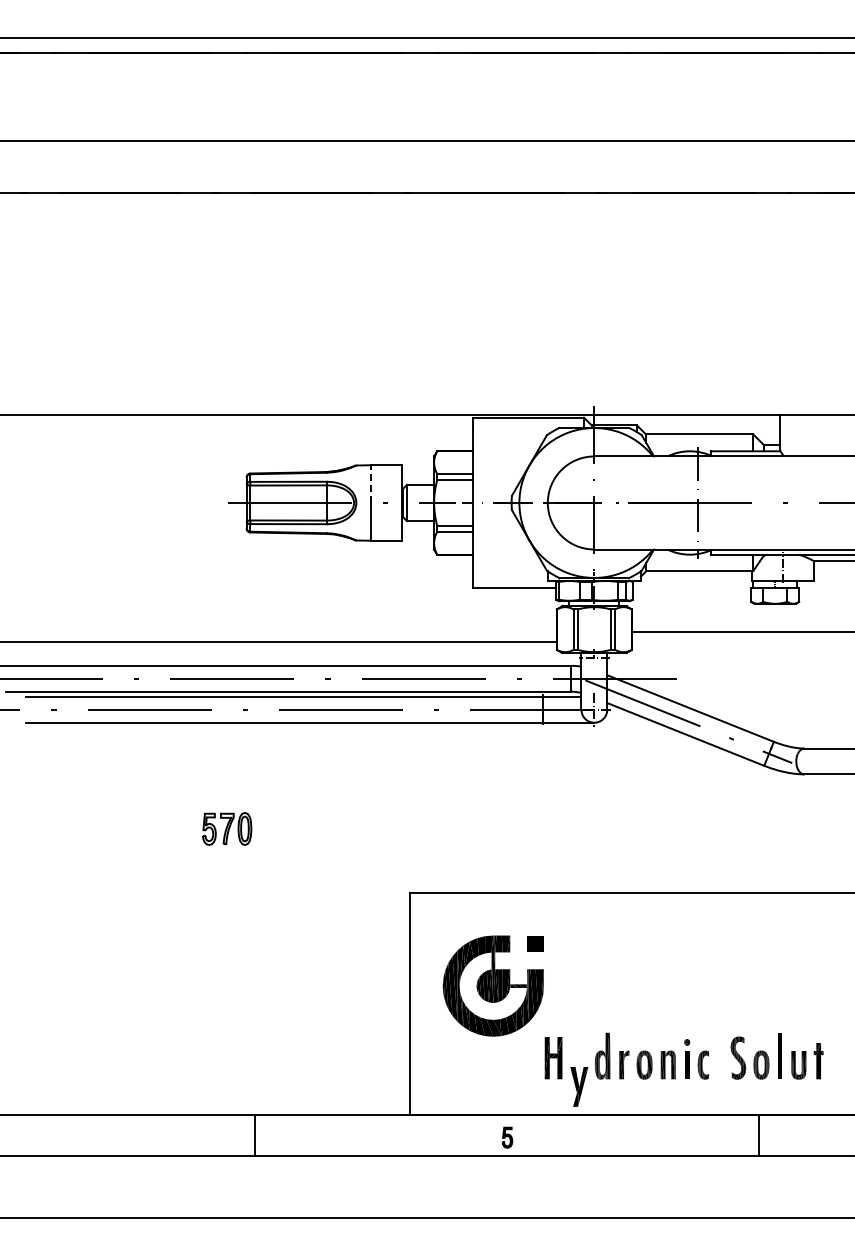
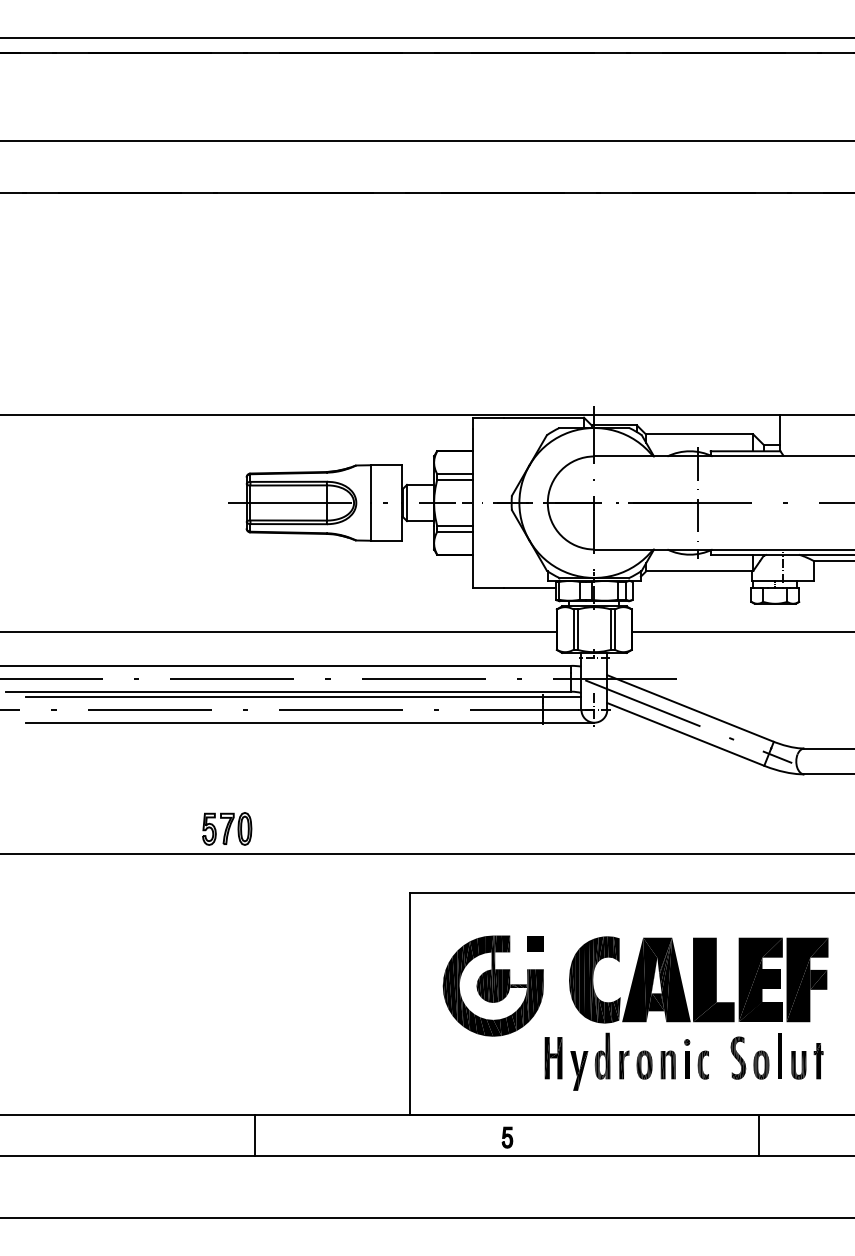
line at (370, 484): dashed -> solid
line at (279, 642) position: (279, 642) -> (279, 632)
line at (426, 854): none -> present
part at (698, 979): none -> present
part at (579, 1086) position: (579, 1086) -> (579, 1070)
